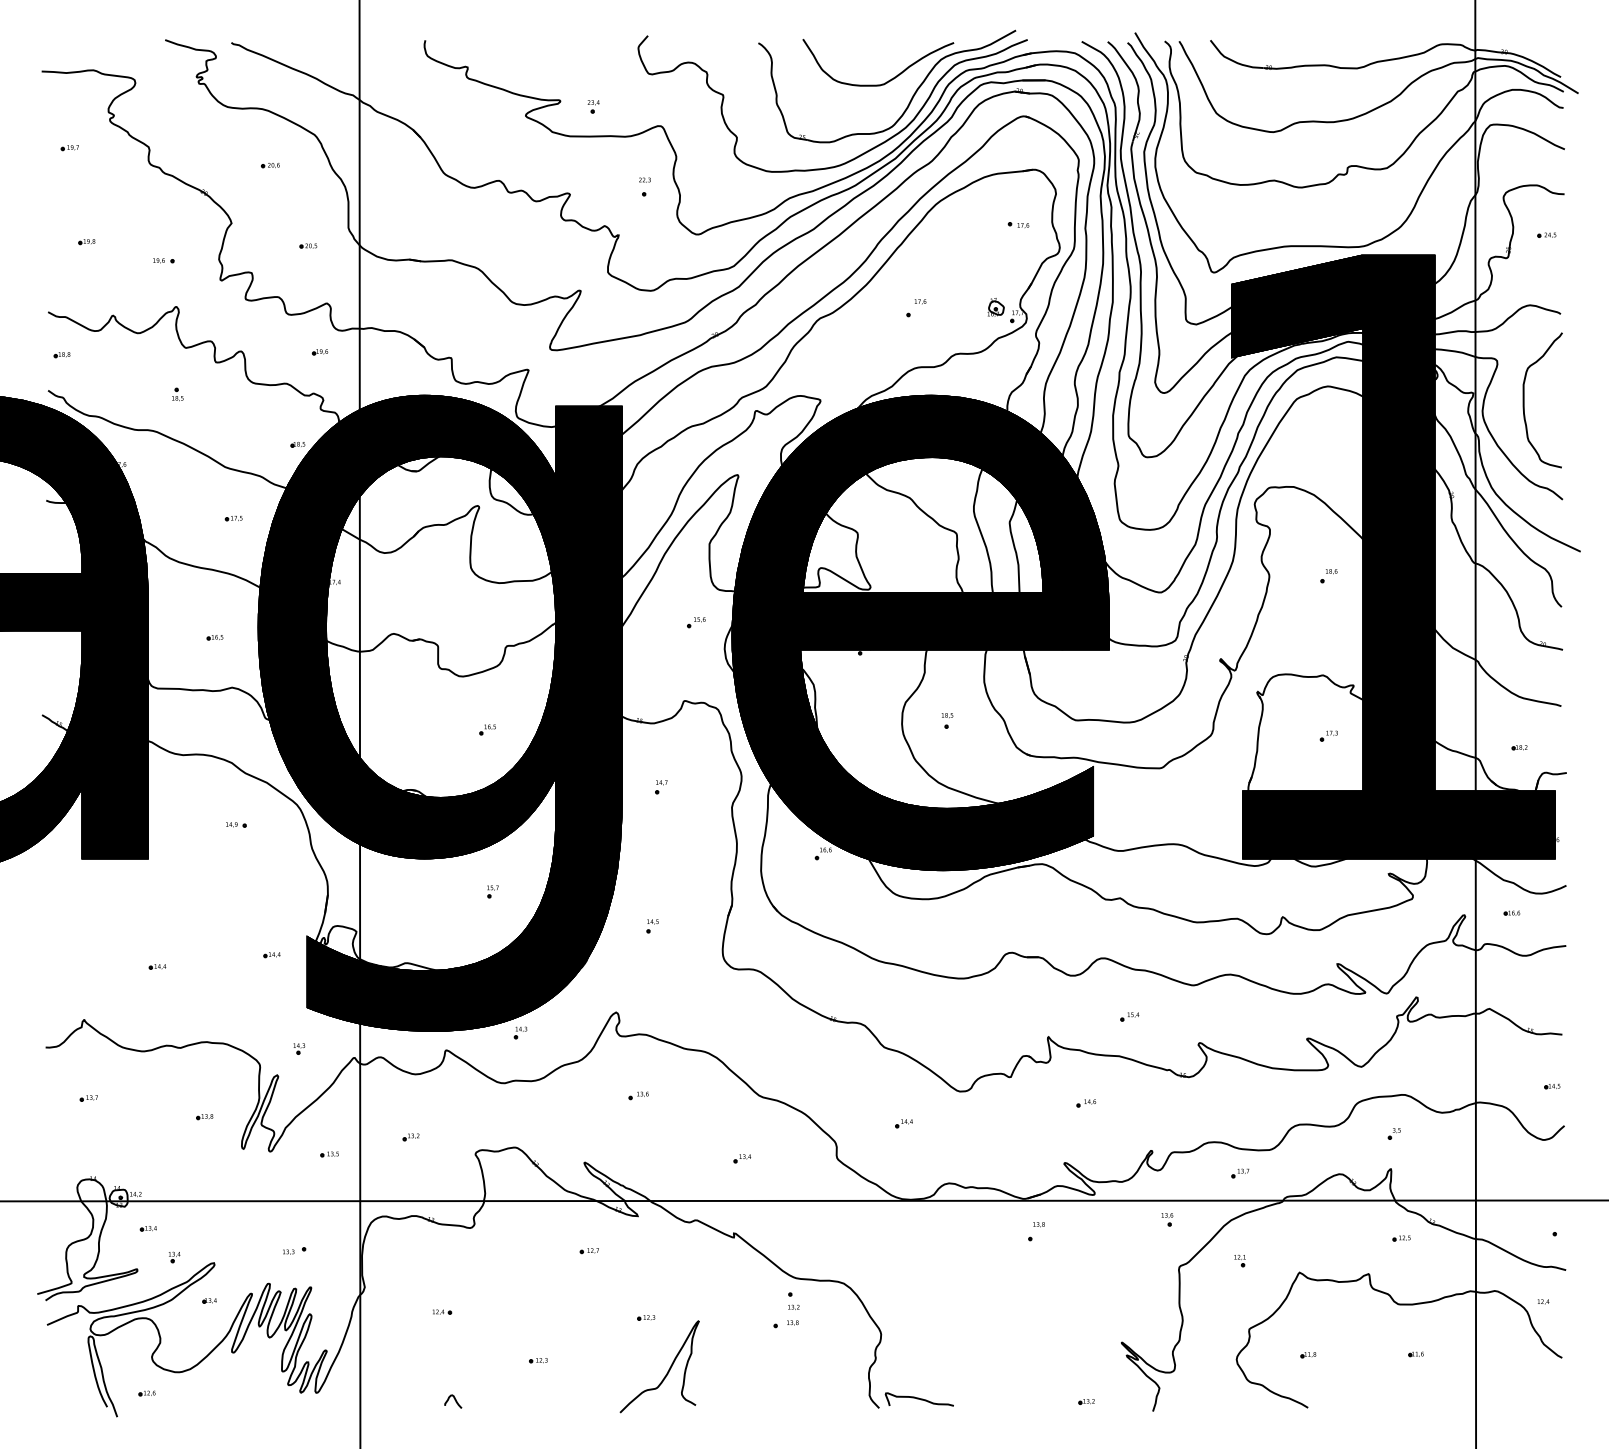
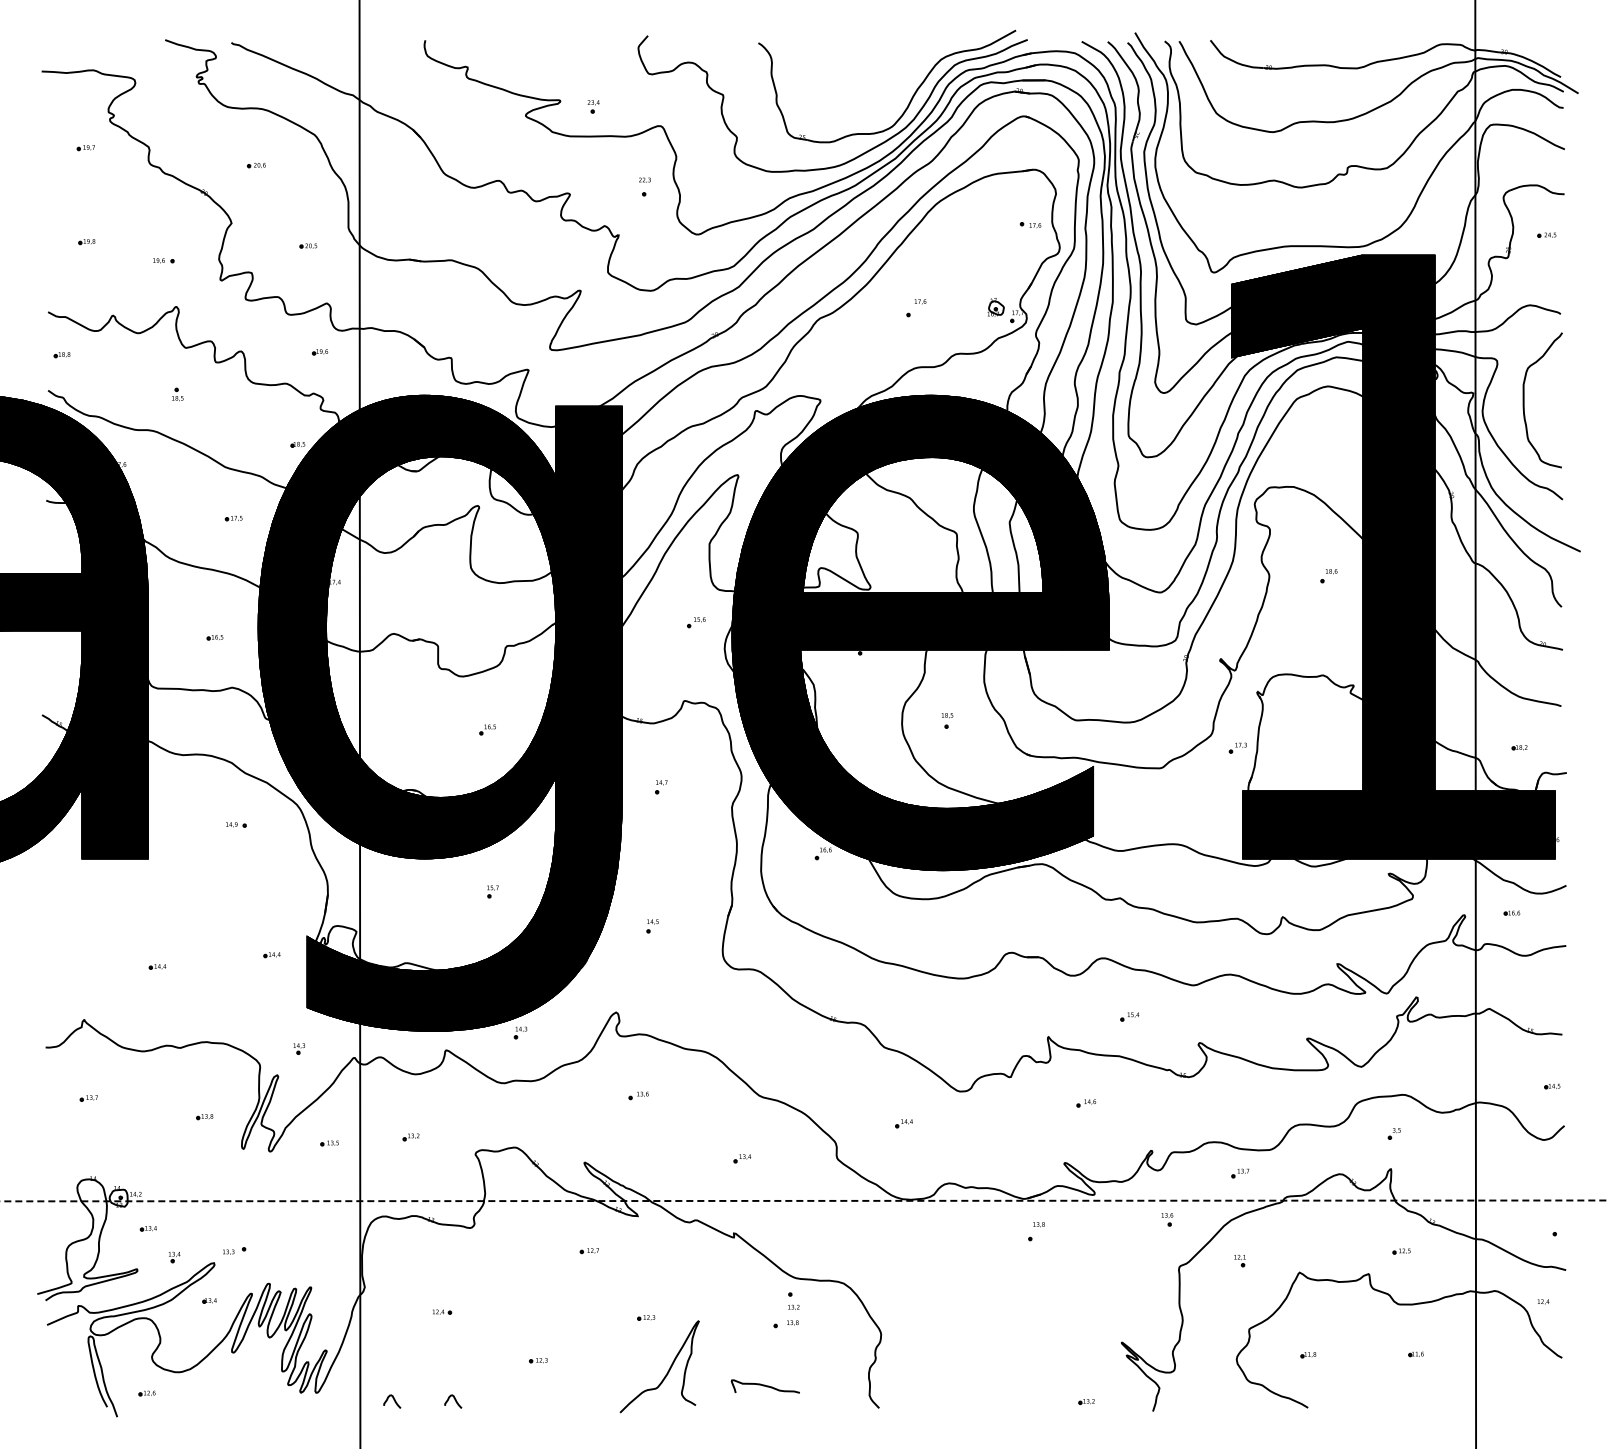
curve at (888, 80): present -> none
part at (69, 148) position: (69, 148) -> (85, 148)
part at (270, 165) position: (270, 165) -> (256, 165)
part at (1018, 225) position: (1018, 225) -> (1030, 225)
part at (1328, 735) position: (1328, 735) -> (1237, 747)
part at (329, 1154) position: (329, 1154) -> (329, 1143)
line at (804, 1200): solid -> dashed
part at (1401, 1238) position: (1401, 1238) -> (1401, 1251)
part at (294, 1250) position: (294, 1250) -> (234, 1250)
curve at (918, 1399) position: (918, 1399) -> (764, 1386)
curve at (393, 1400): none -> present
